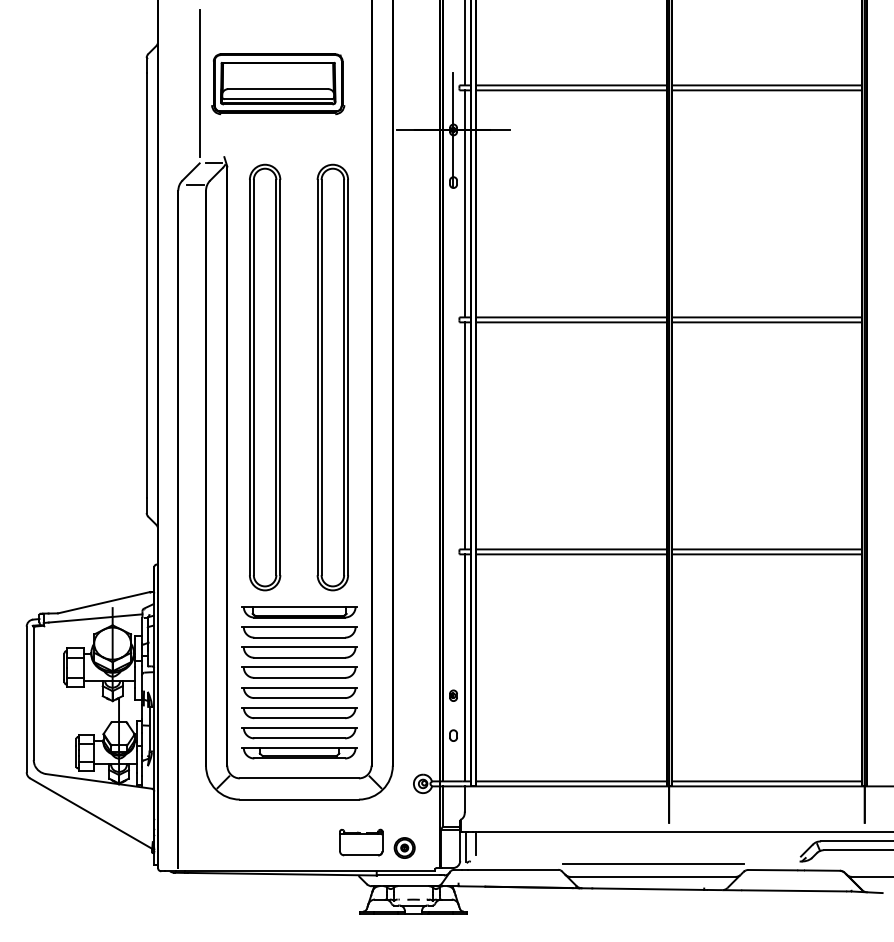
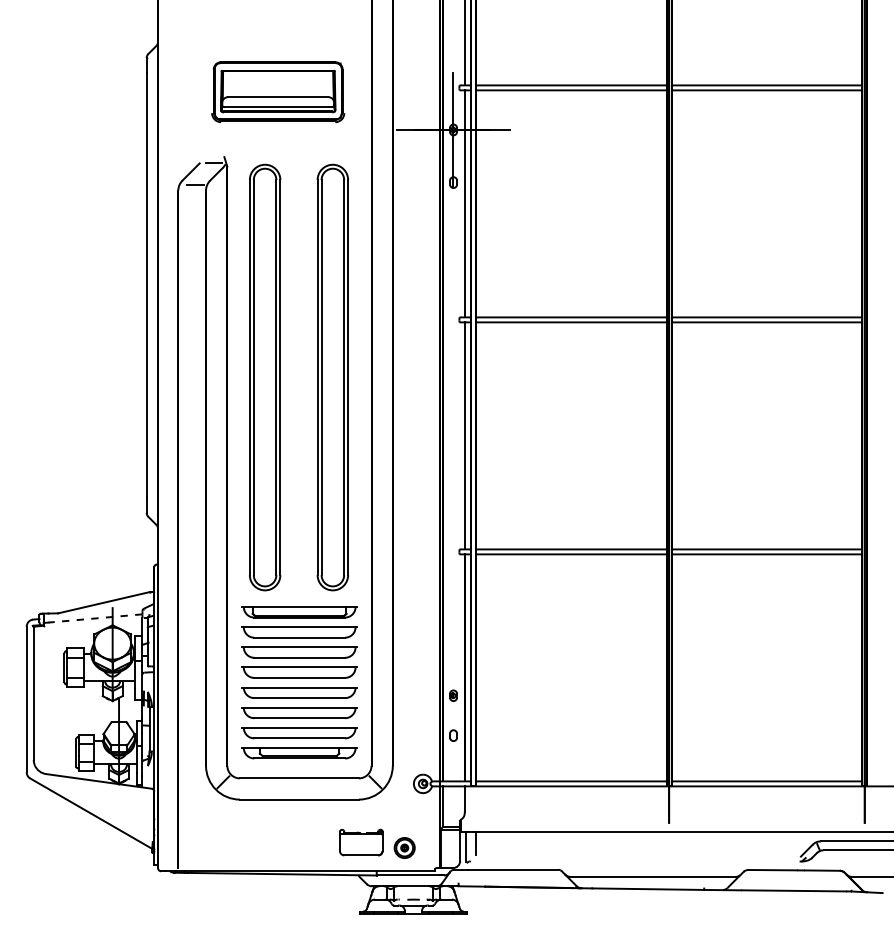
line at (199, 83): present -> none
part at (278, 84) position: (278, 84) -> (278, 92)
line at (95, 618): solid -> dashed
line at (653, 864): present -> none
